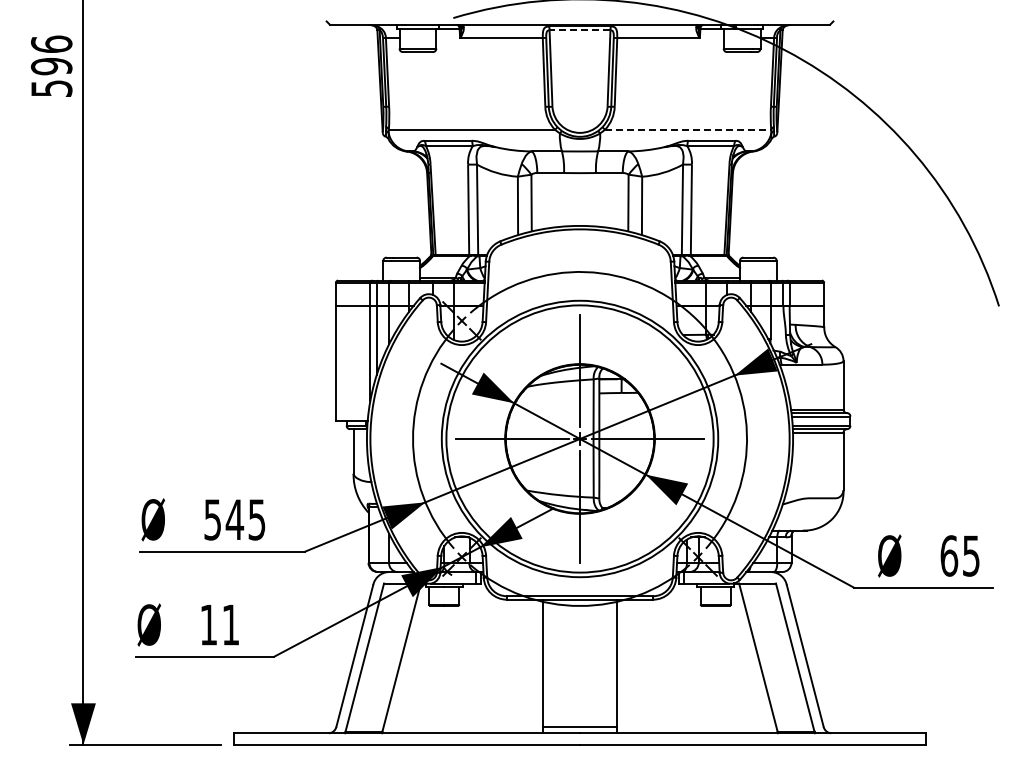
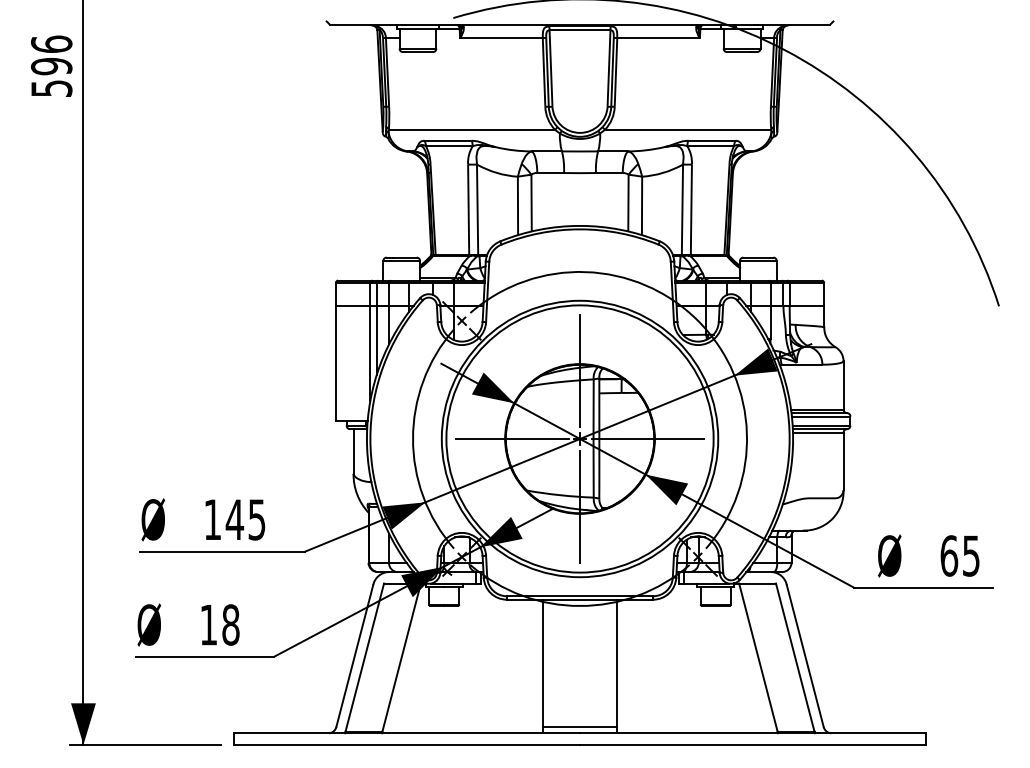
line at (579, 30): dashed -> solid
line at (688, 129): dashed -> solid
text at (212, 519): 545 -> 145
text at (230, 624): 11 -> 18
